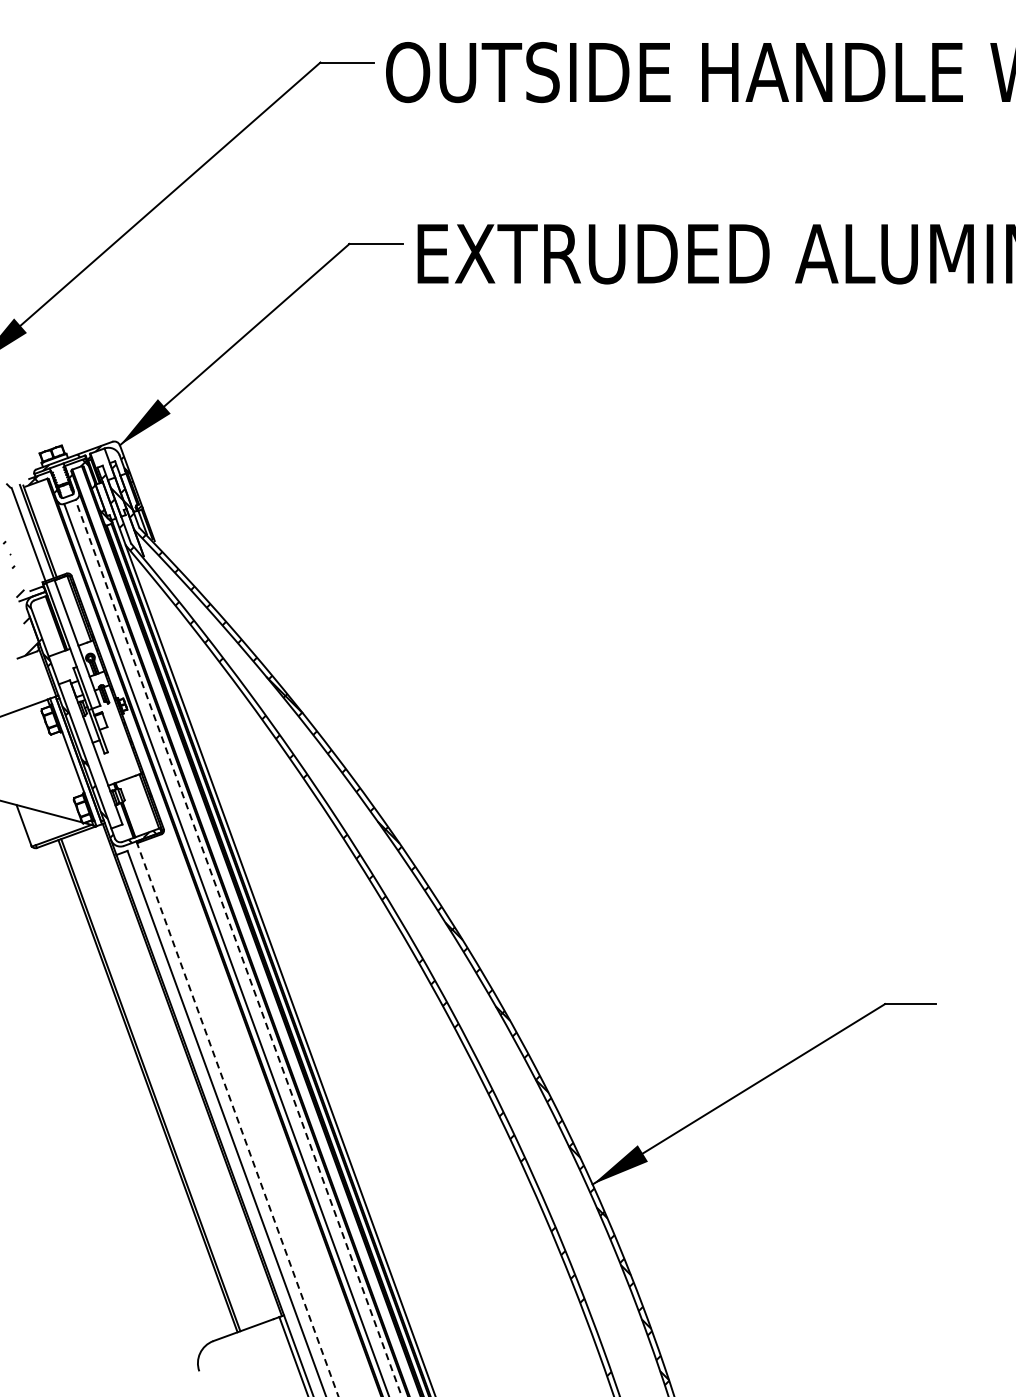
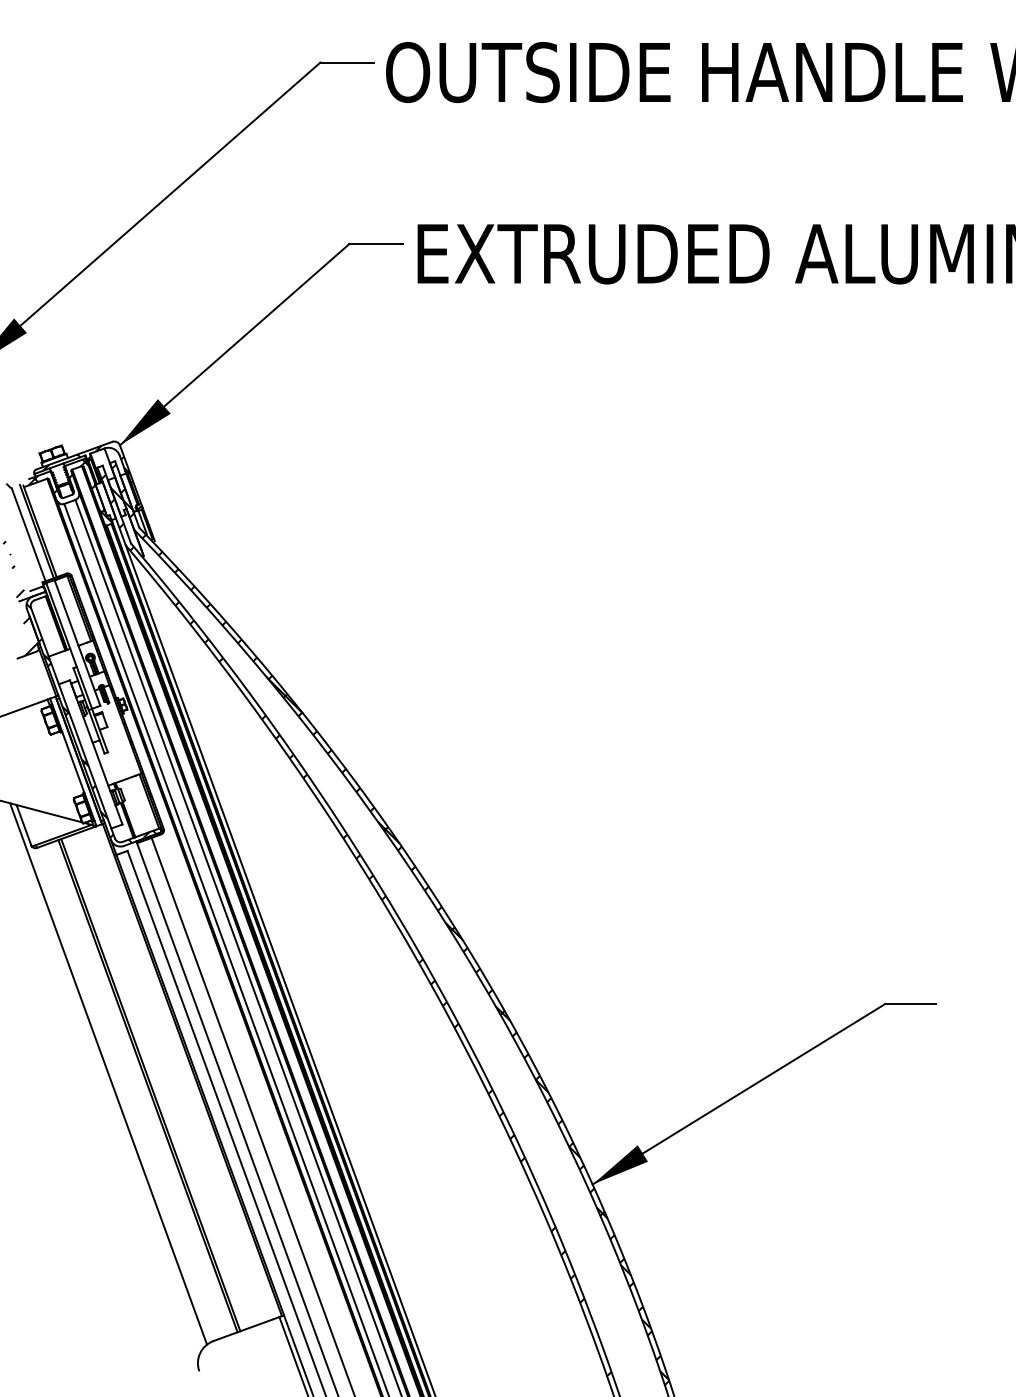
line at (238, 948): dashed -> solid
line at (108, 1073): none -> present
line at (252, 1115): none -> present
line at (237, 1119): dashed -> solid
